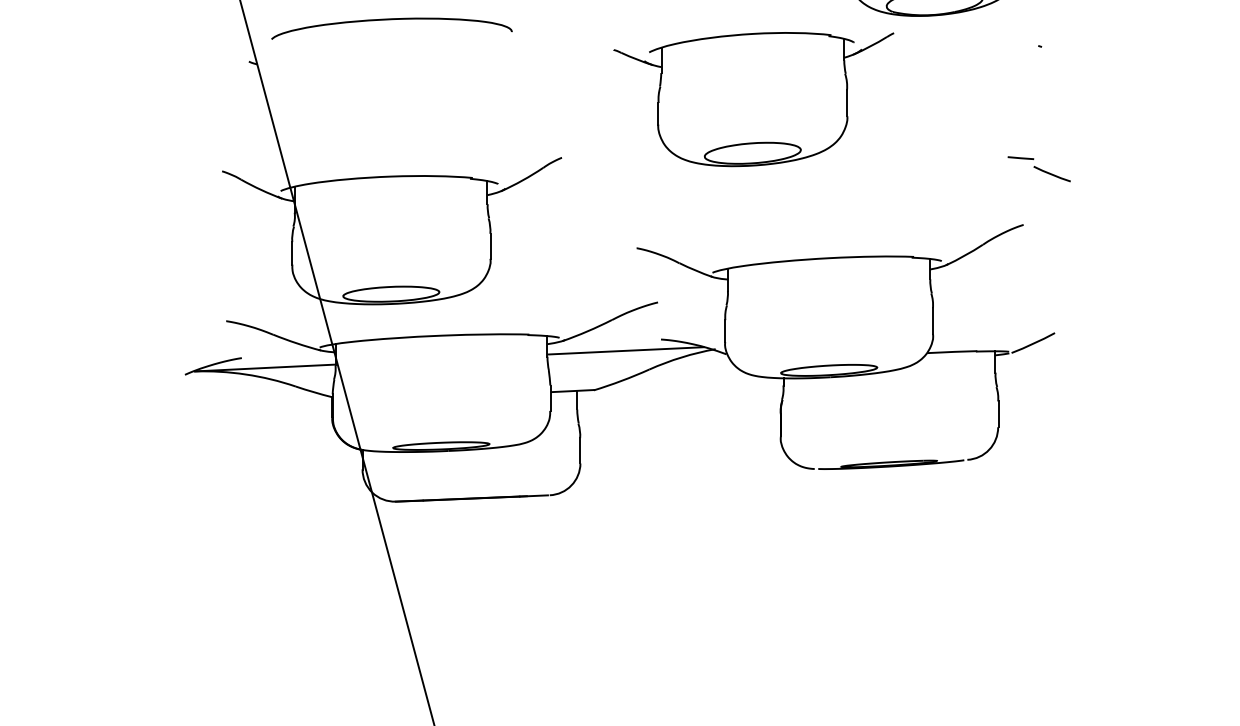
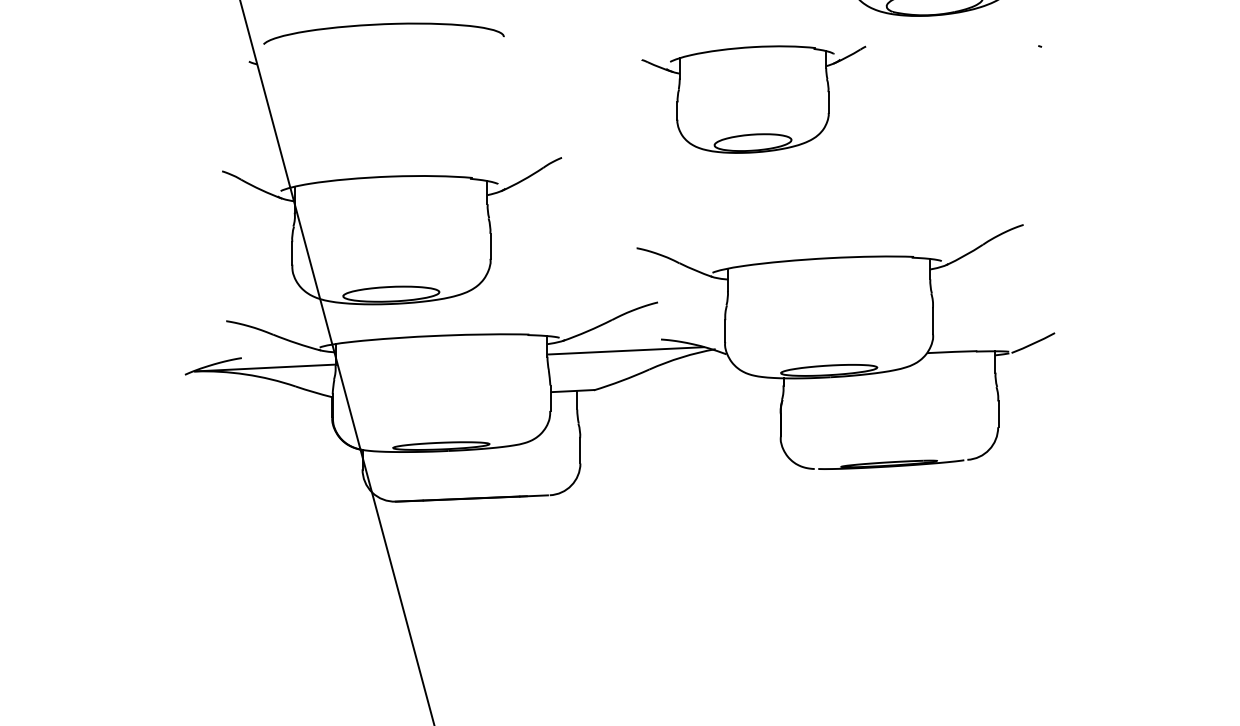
curve at (391, 20) position: (391, 20) -> (383, 25)
part at (753, 99) size: 282x136 px -> 226x109 px
part at (1038, 169): present -> none
